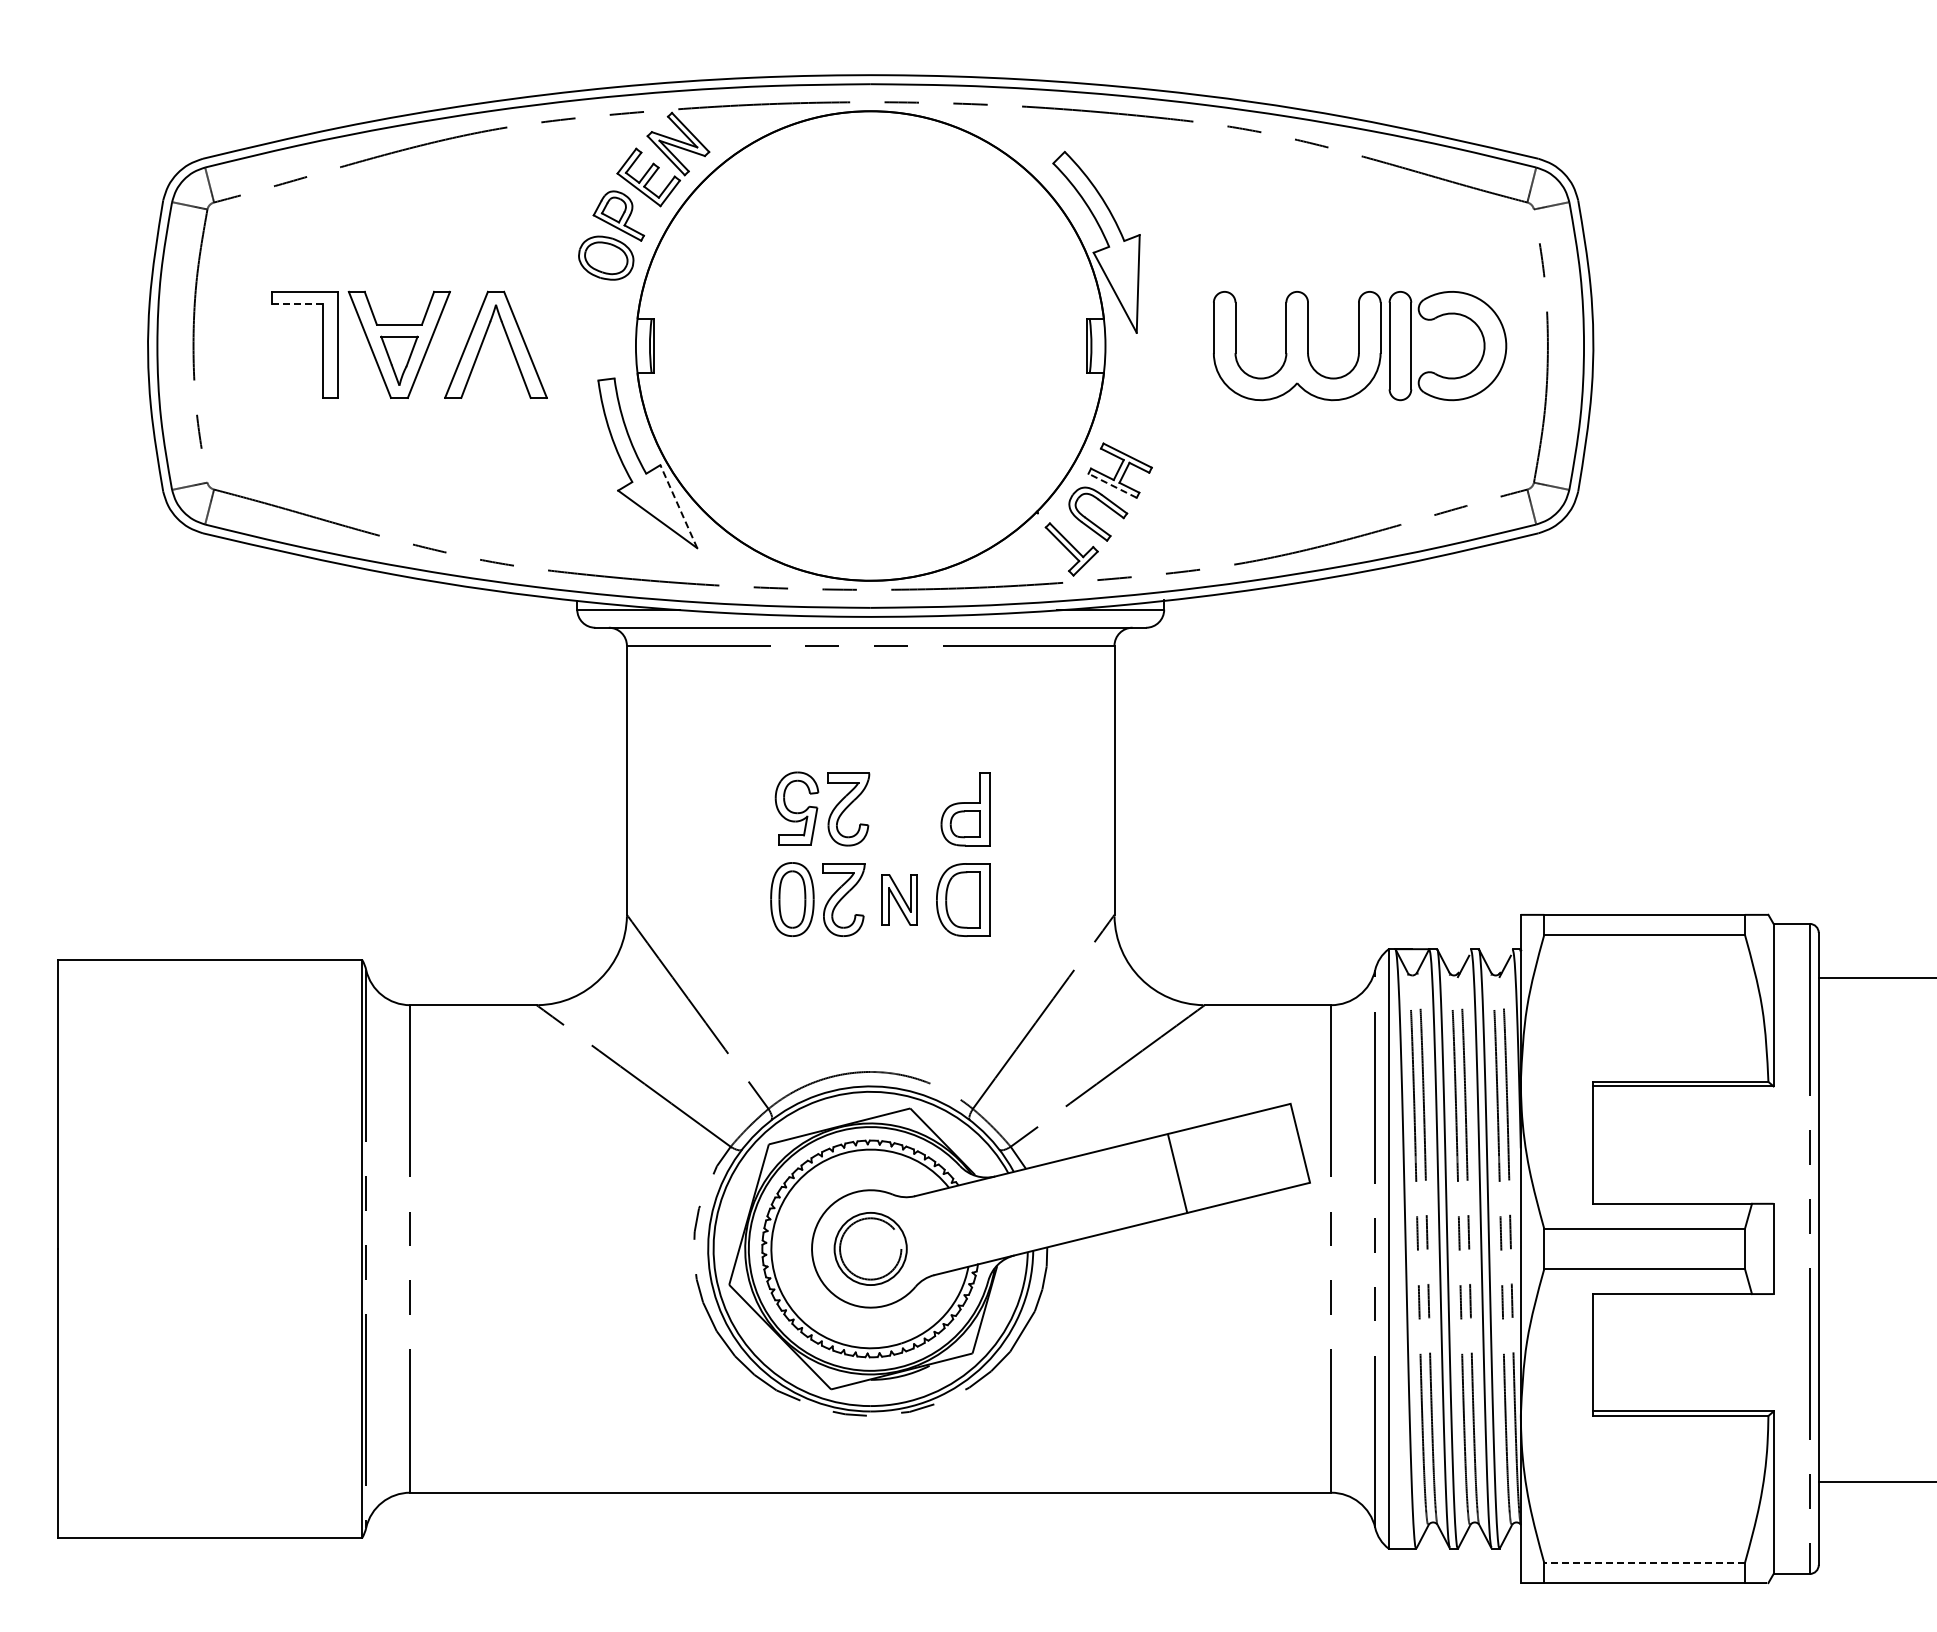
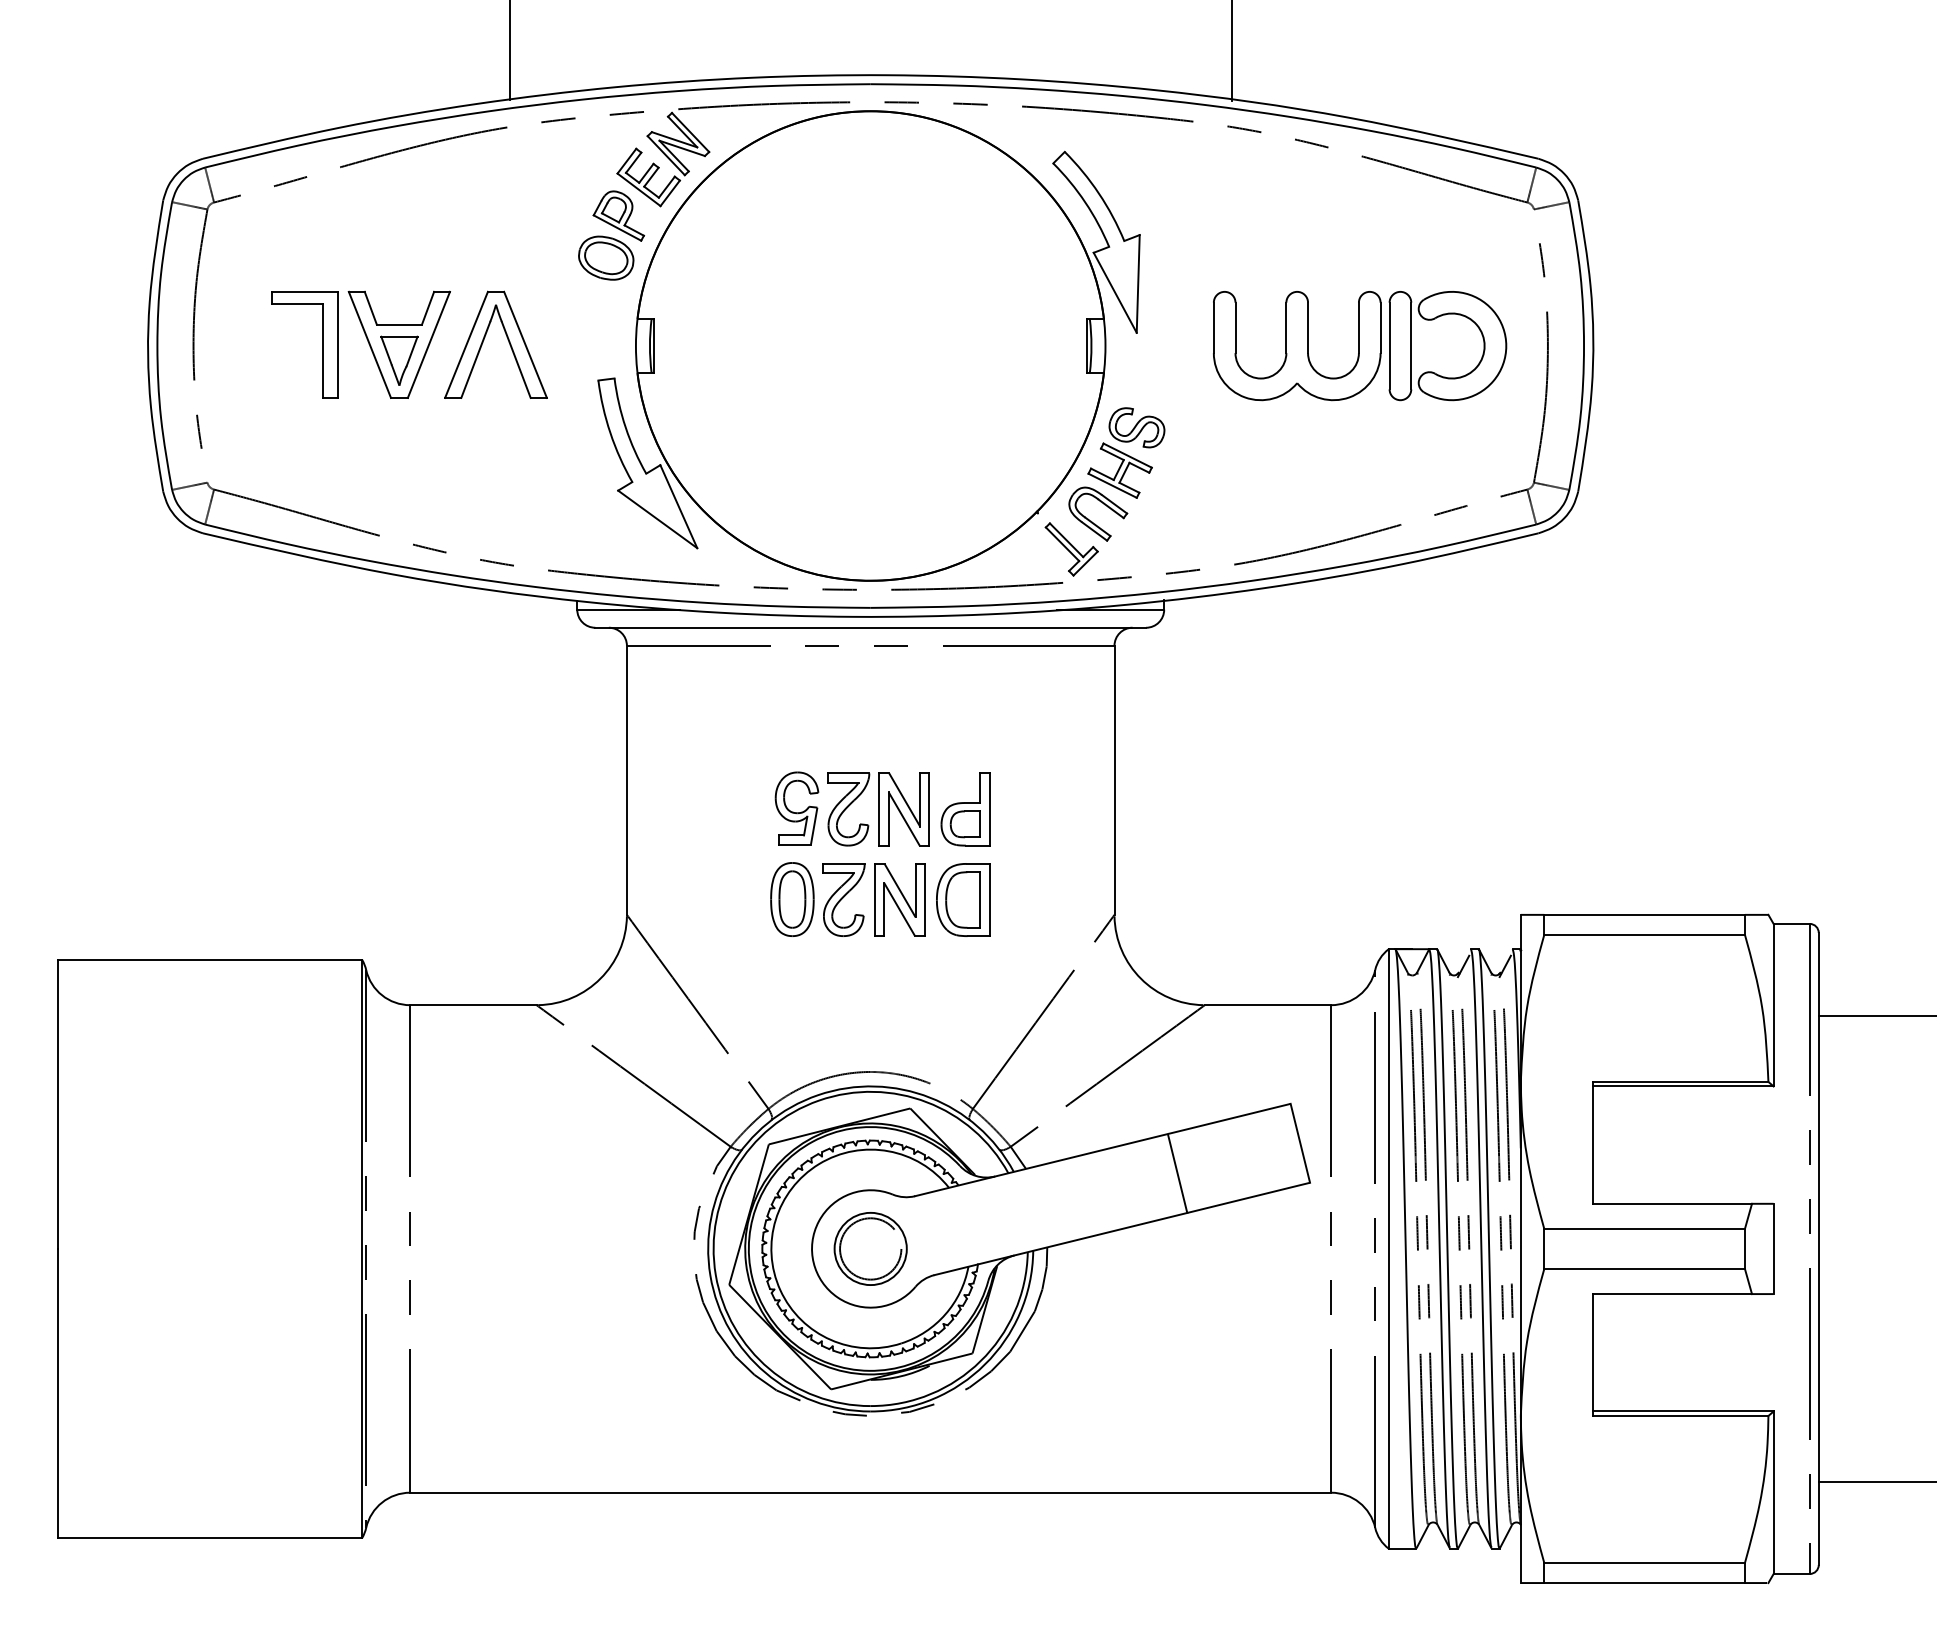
line at (509, 51): none -> present
line at (1231, 51): none -> present
line at (296, 304): dashed -> solid
part at (1136, 427): none -> present
line at (1112, 485): dashed -> solid
line at (678, 506): dashed -> solid
part at (903, 809): none -> present
part at (899, 899) size: 37x52 px -> 52x74 px
line at (1875, 978) position: (1875, 978) -> (1875, 1016)
line at (1644, 1562): dashed -> solid
